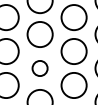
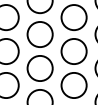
circle at (39, 68) size: 18x17 px -> 28x27 px
